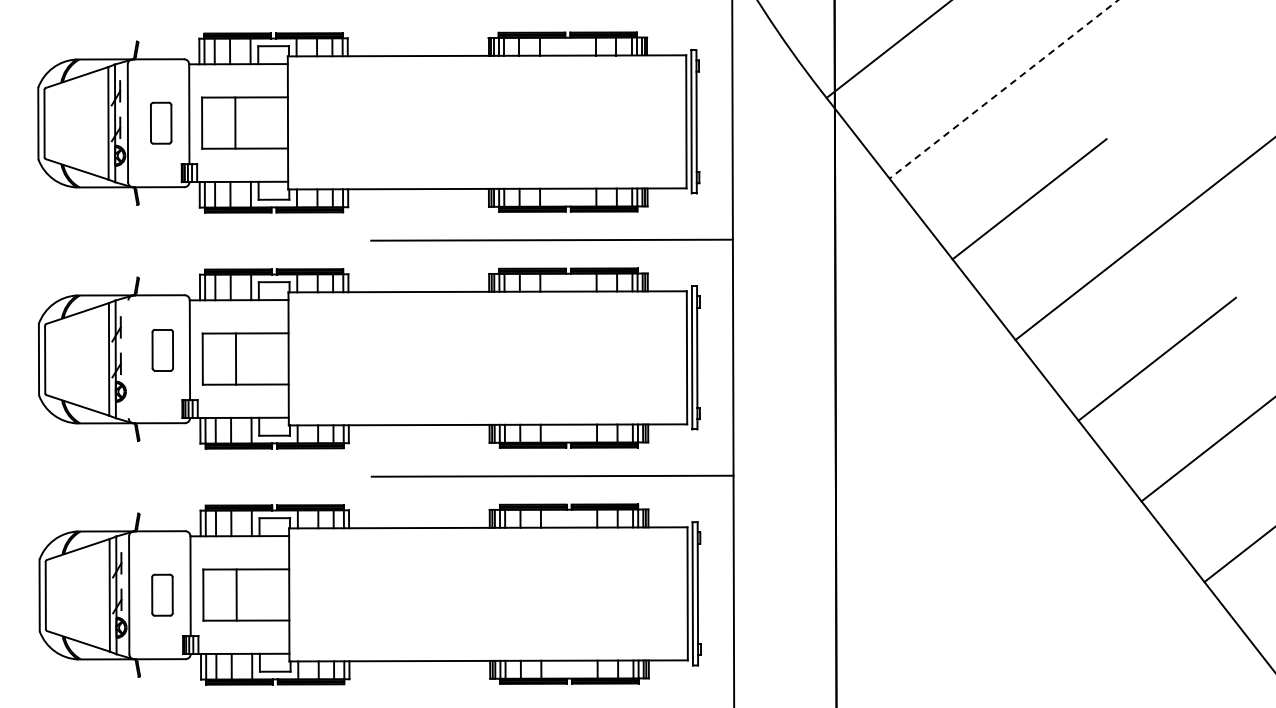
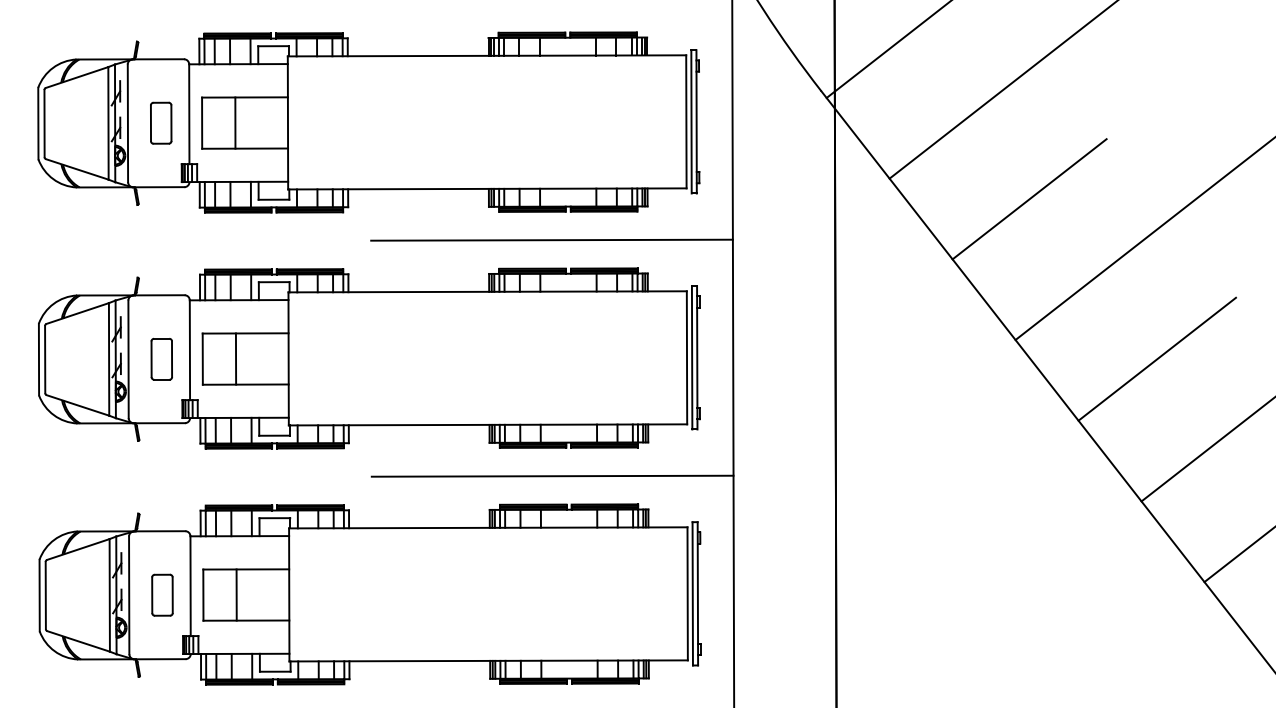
line at (1003, 89): dashed -> solid
part at (162, 350) position: (162, 350) -> (161, 359)
line at (128, 359): none -> present
